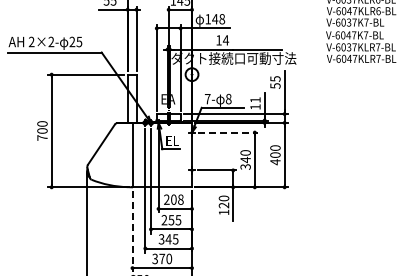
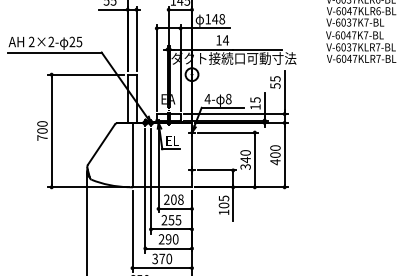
text at (207, 99): 7- -> 4-
text at (255, 99): 11 -> 15
line at (228, 132): dashed -> solid
text at (223, 201): 120 -> 105
line at (132, 231): dashed -> solid
text at (168, 239): 345 -> 290
